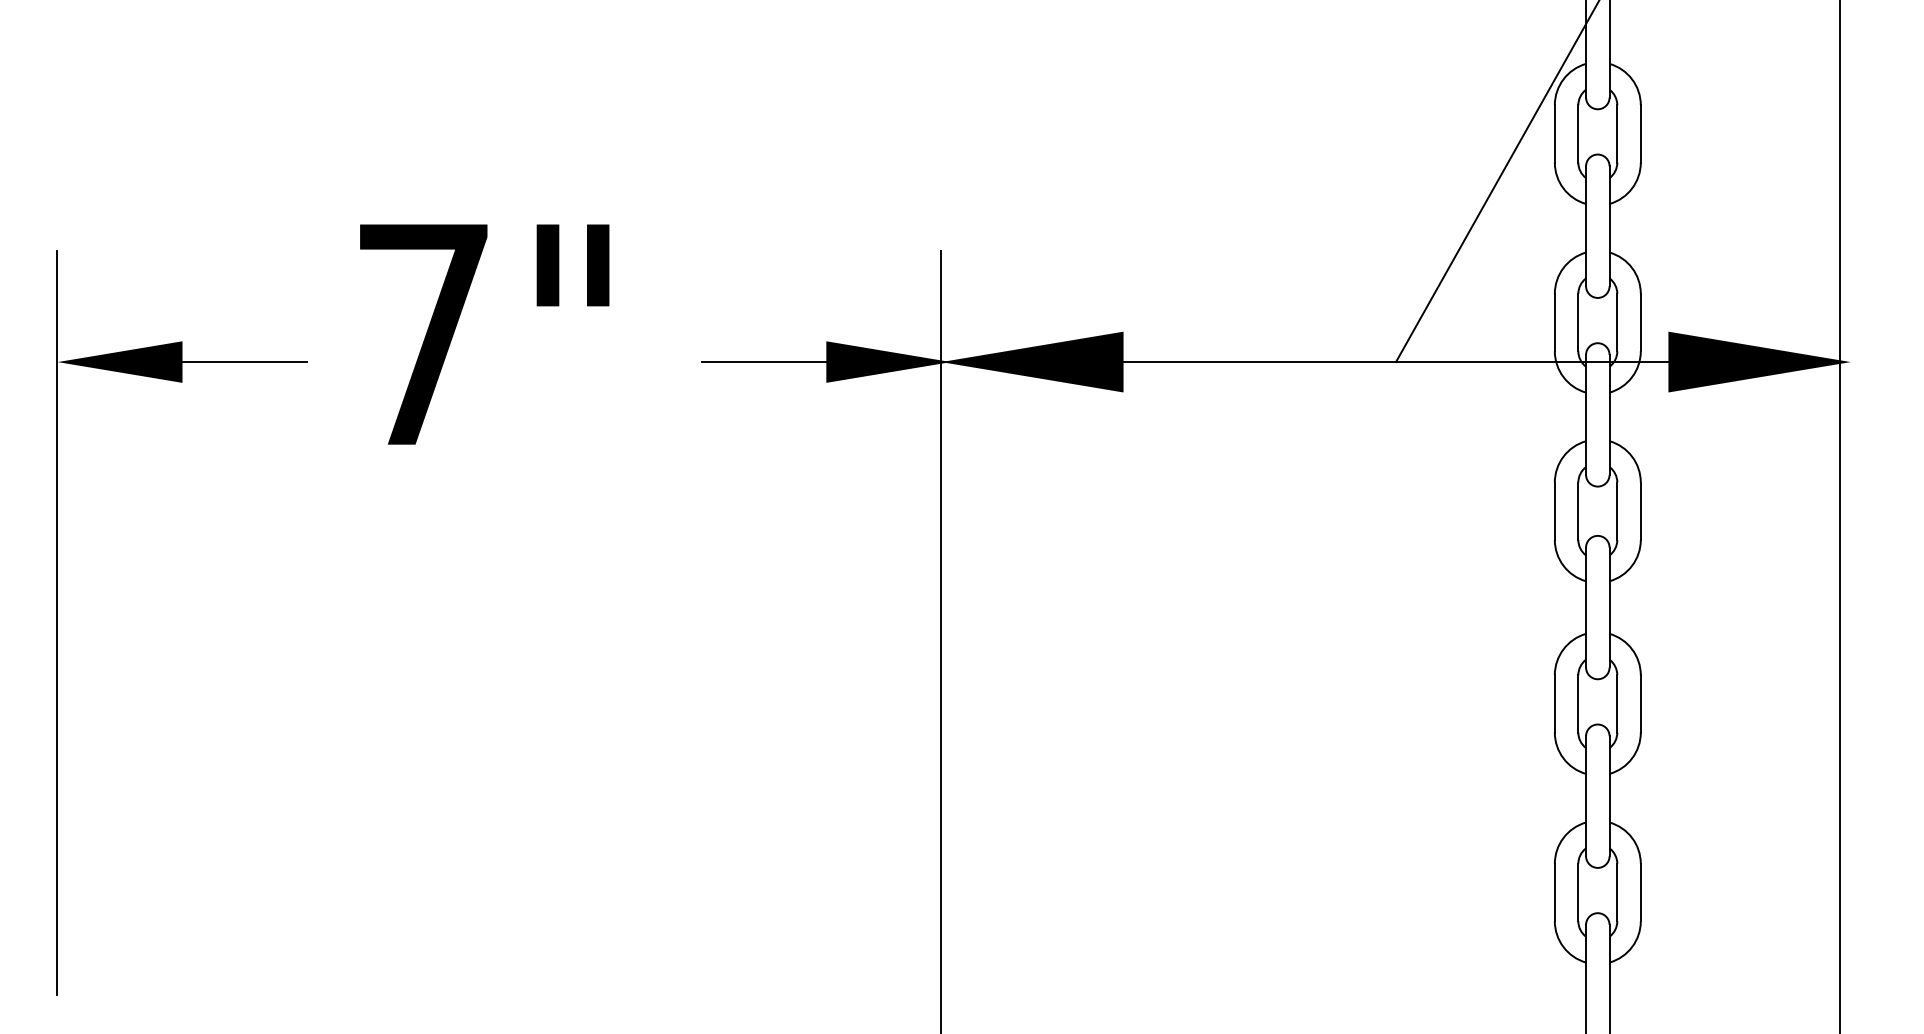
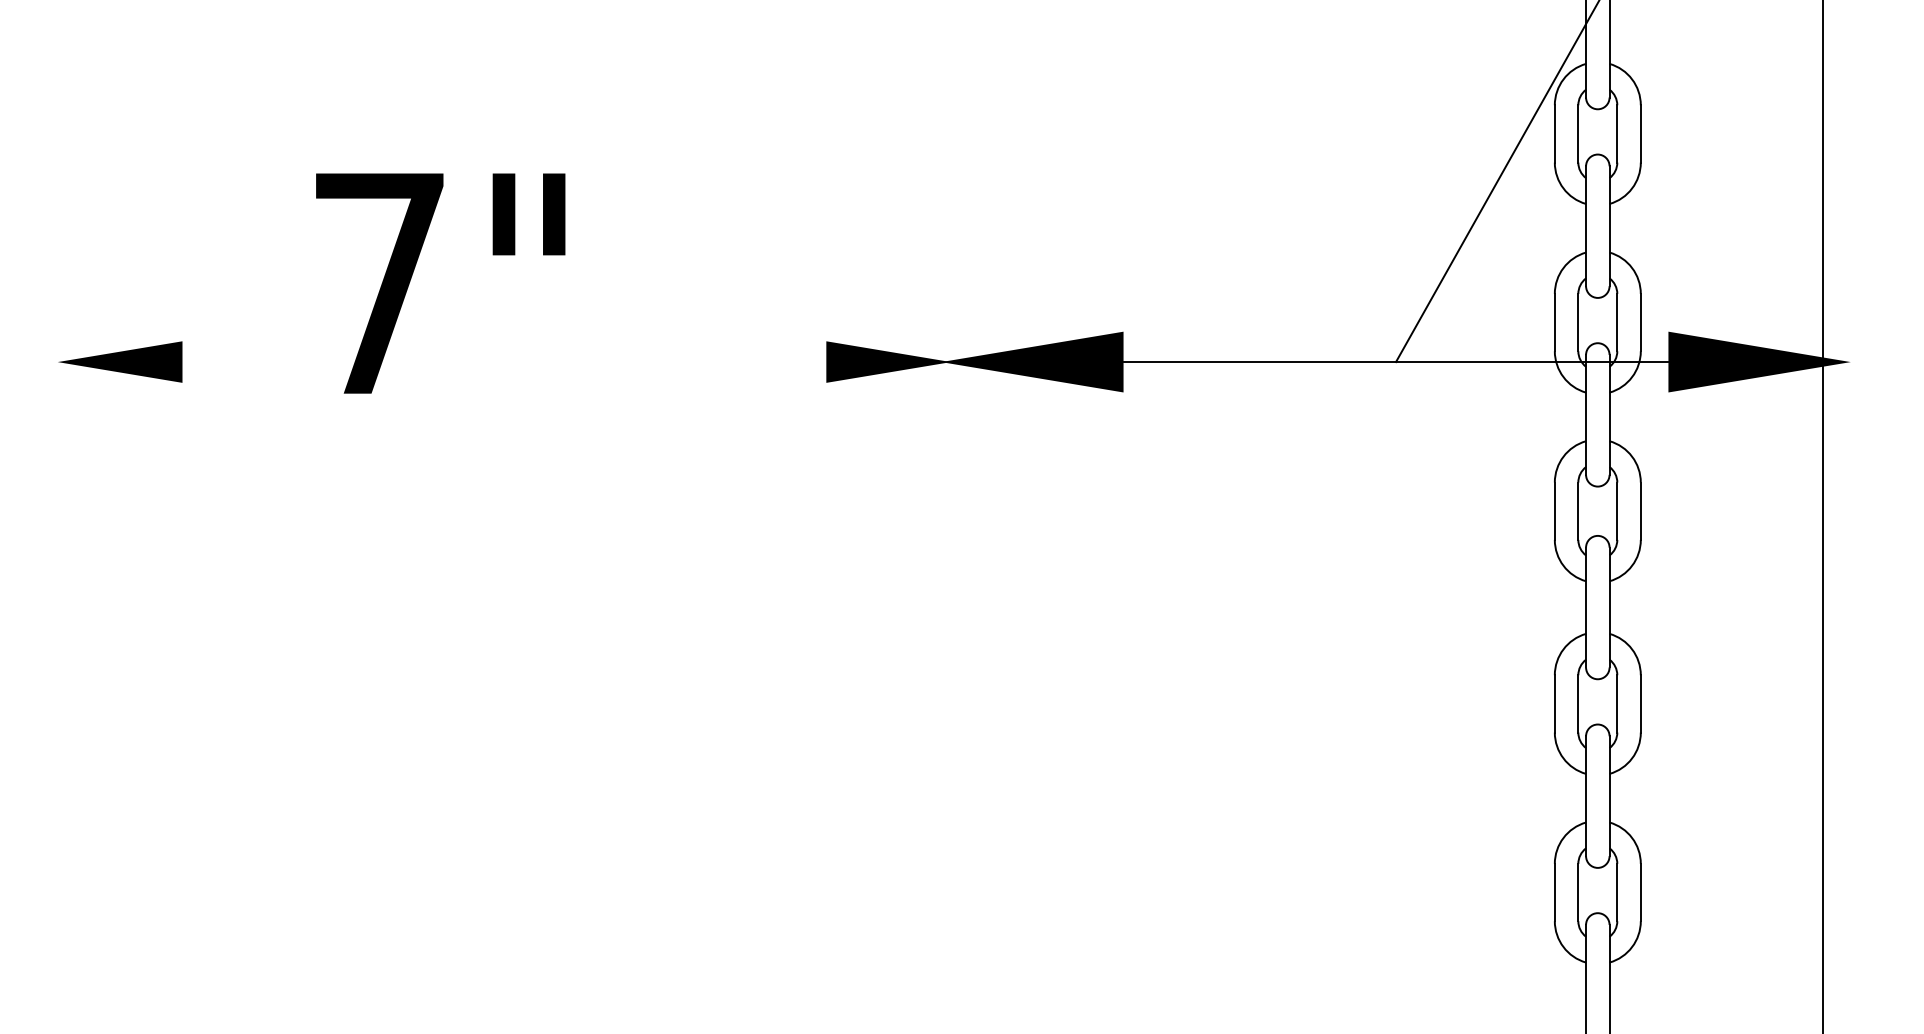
text at (484, 334) position: (484, 334) -> (440, 283)
line at (244, 362): present -> none
line at (763, 362): present -> none
line at (1839, 516) position: (1839, 516) -> (1822, 516)
line at (57, 623): present -> none
line at (941, 640): present -> none
